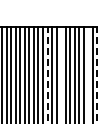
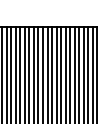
line at (61, 73): none -> present
line at (88, 73): none -> present
line at (47, 74): dashed -> solid
line at (97, 74): dashed -> solid
